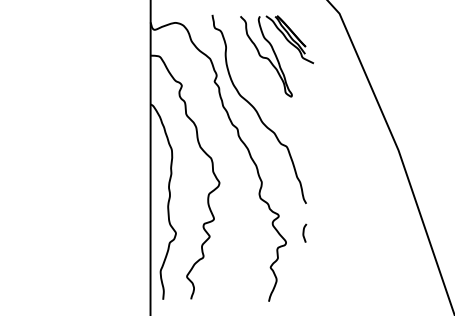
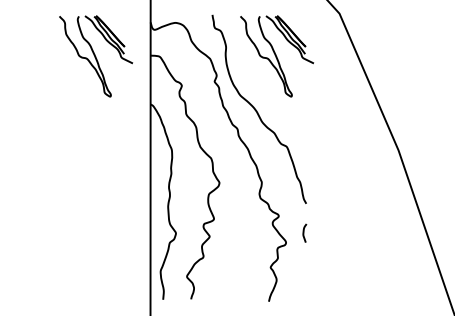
part at (96, 56): none -> present
